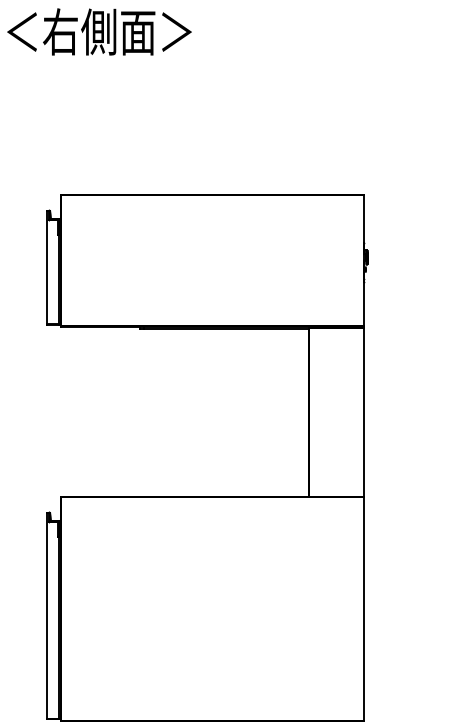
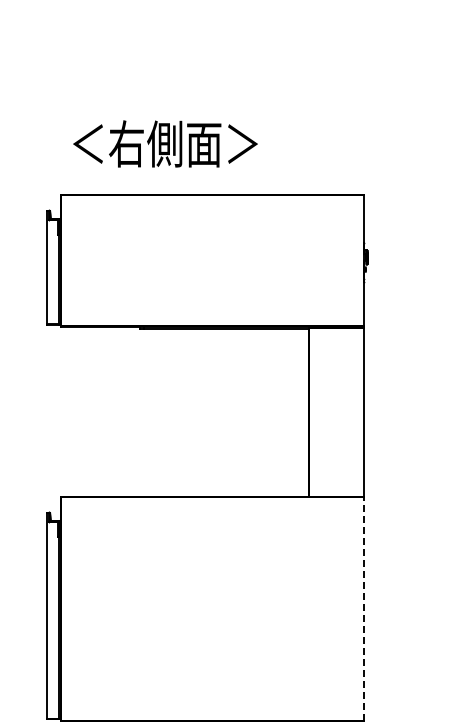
text at (99, 31) position: (99, 31) -> (165, 143)
line at (364, 609): solid -> dashed
